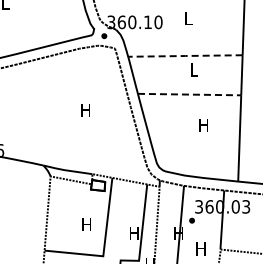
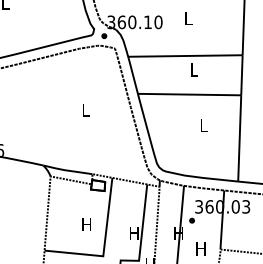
line at (185, 56): dashed -> solid
line at (190, 94): dashed -> solid
text at (85, 110): H -> L
text at (203, 125): H -> L
